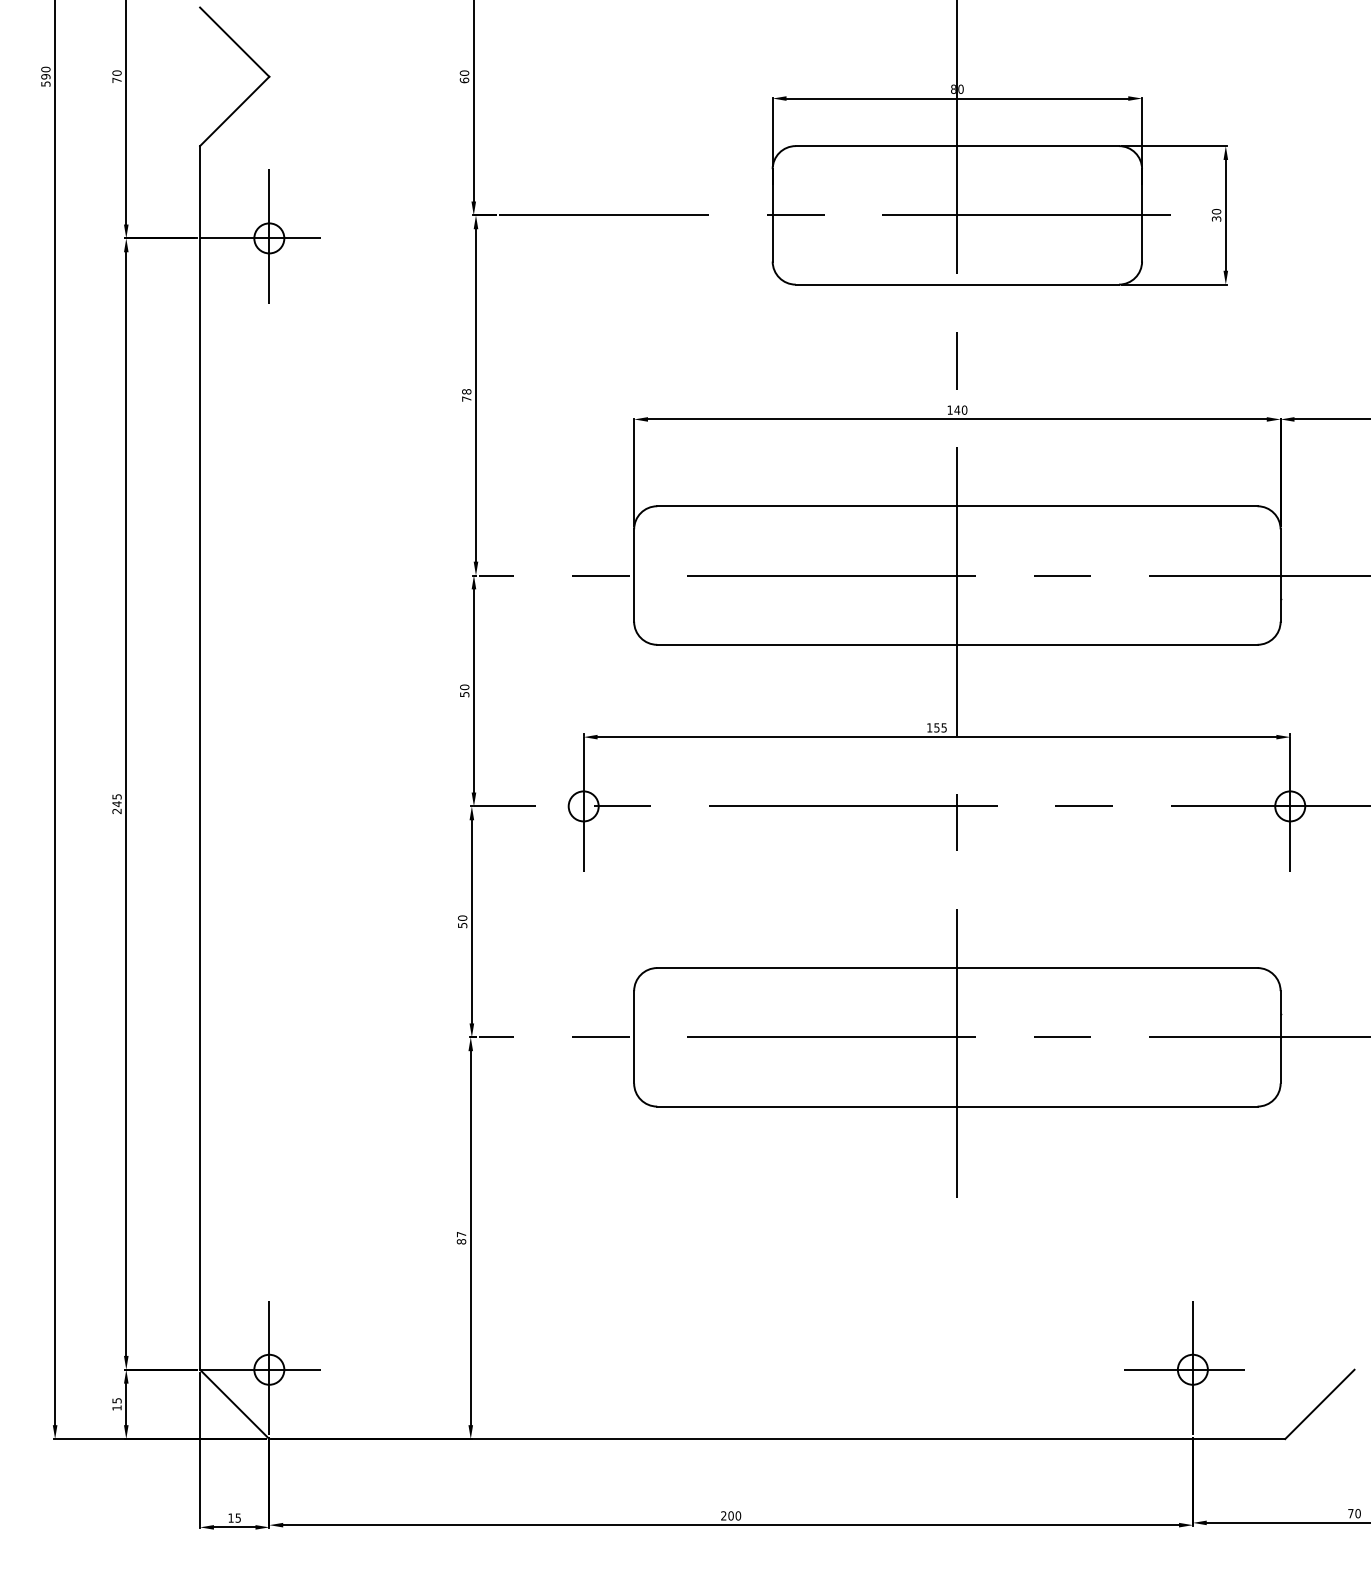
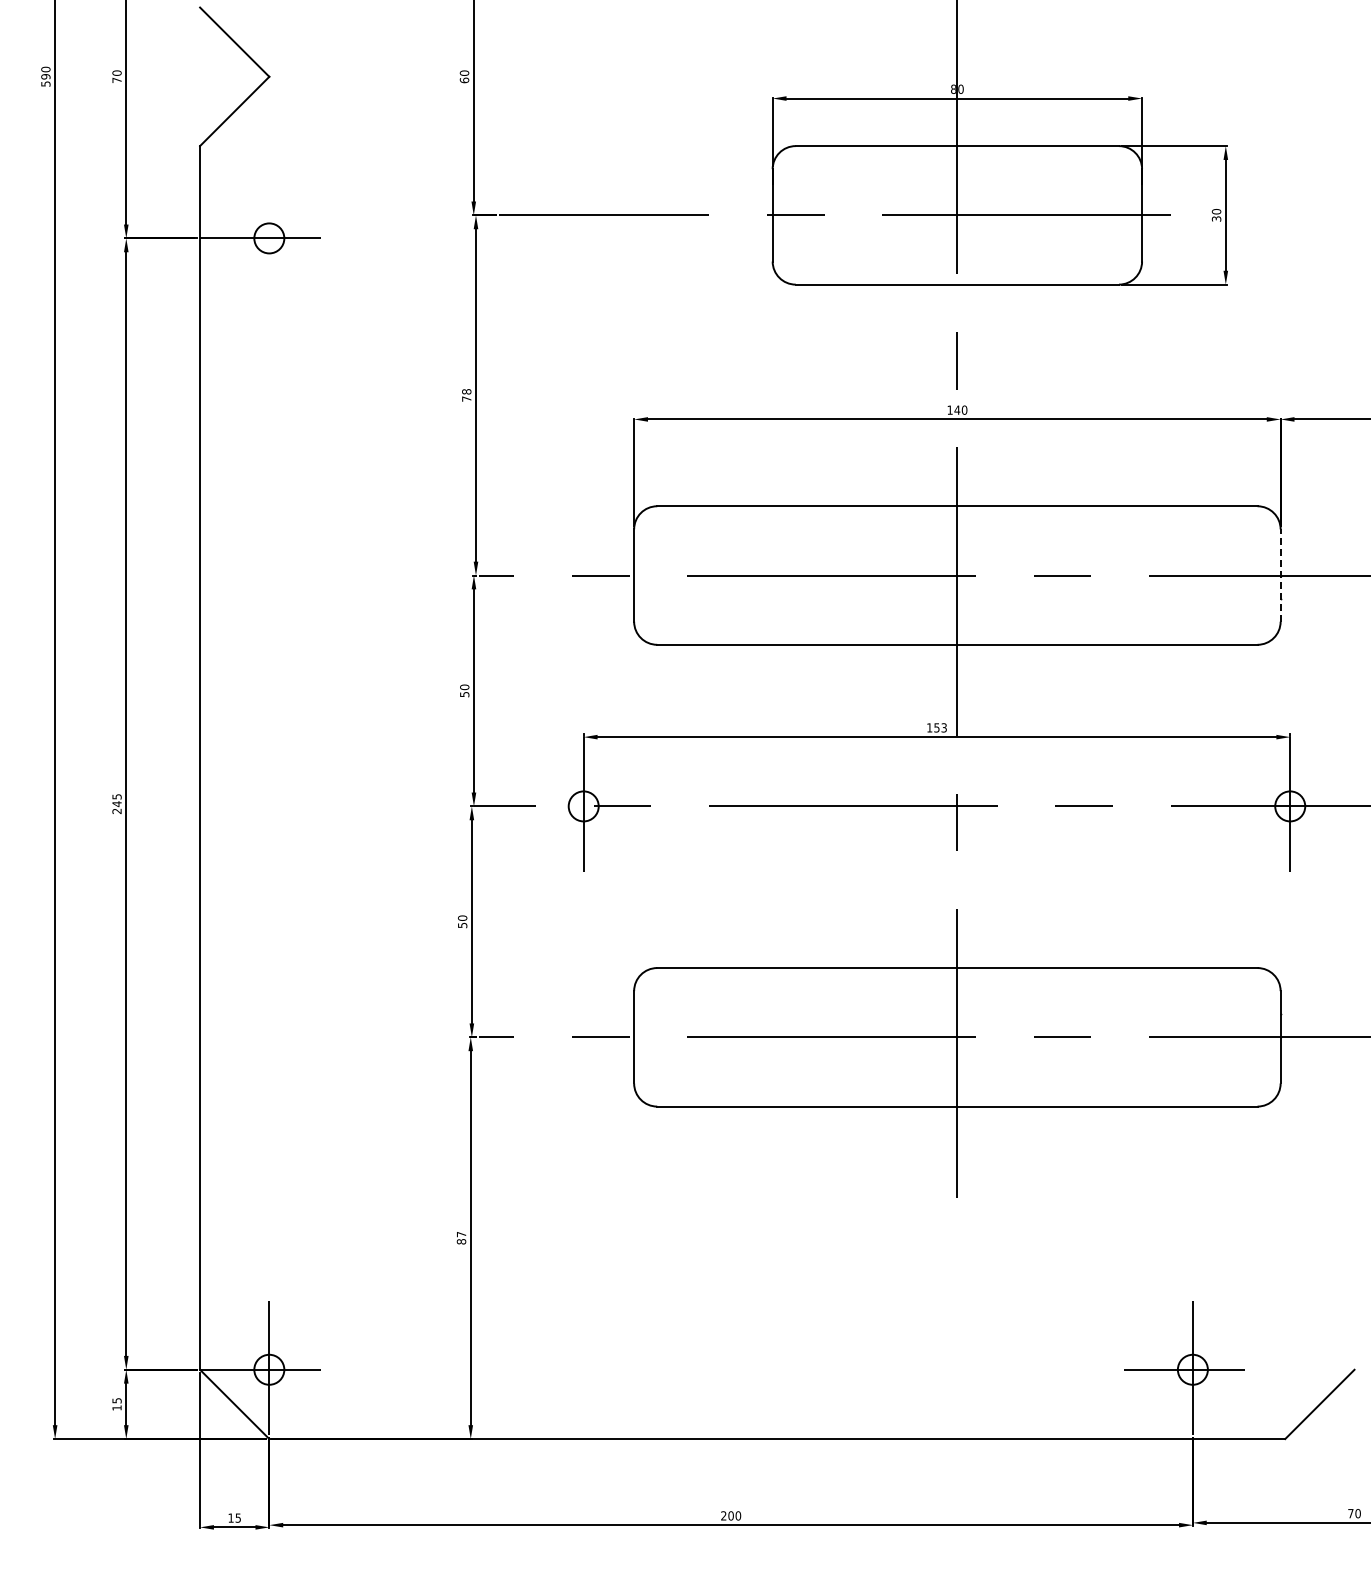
line at (269, 236): present -> none
line at (1280, 575): solid -> dashed
text at (943, 727): 155 -> 153
